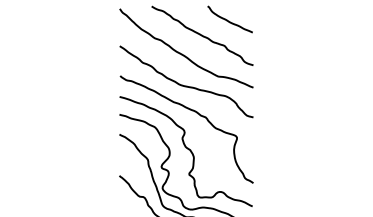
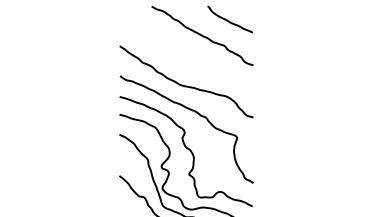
curve at (184, 54): present -> none
